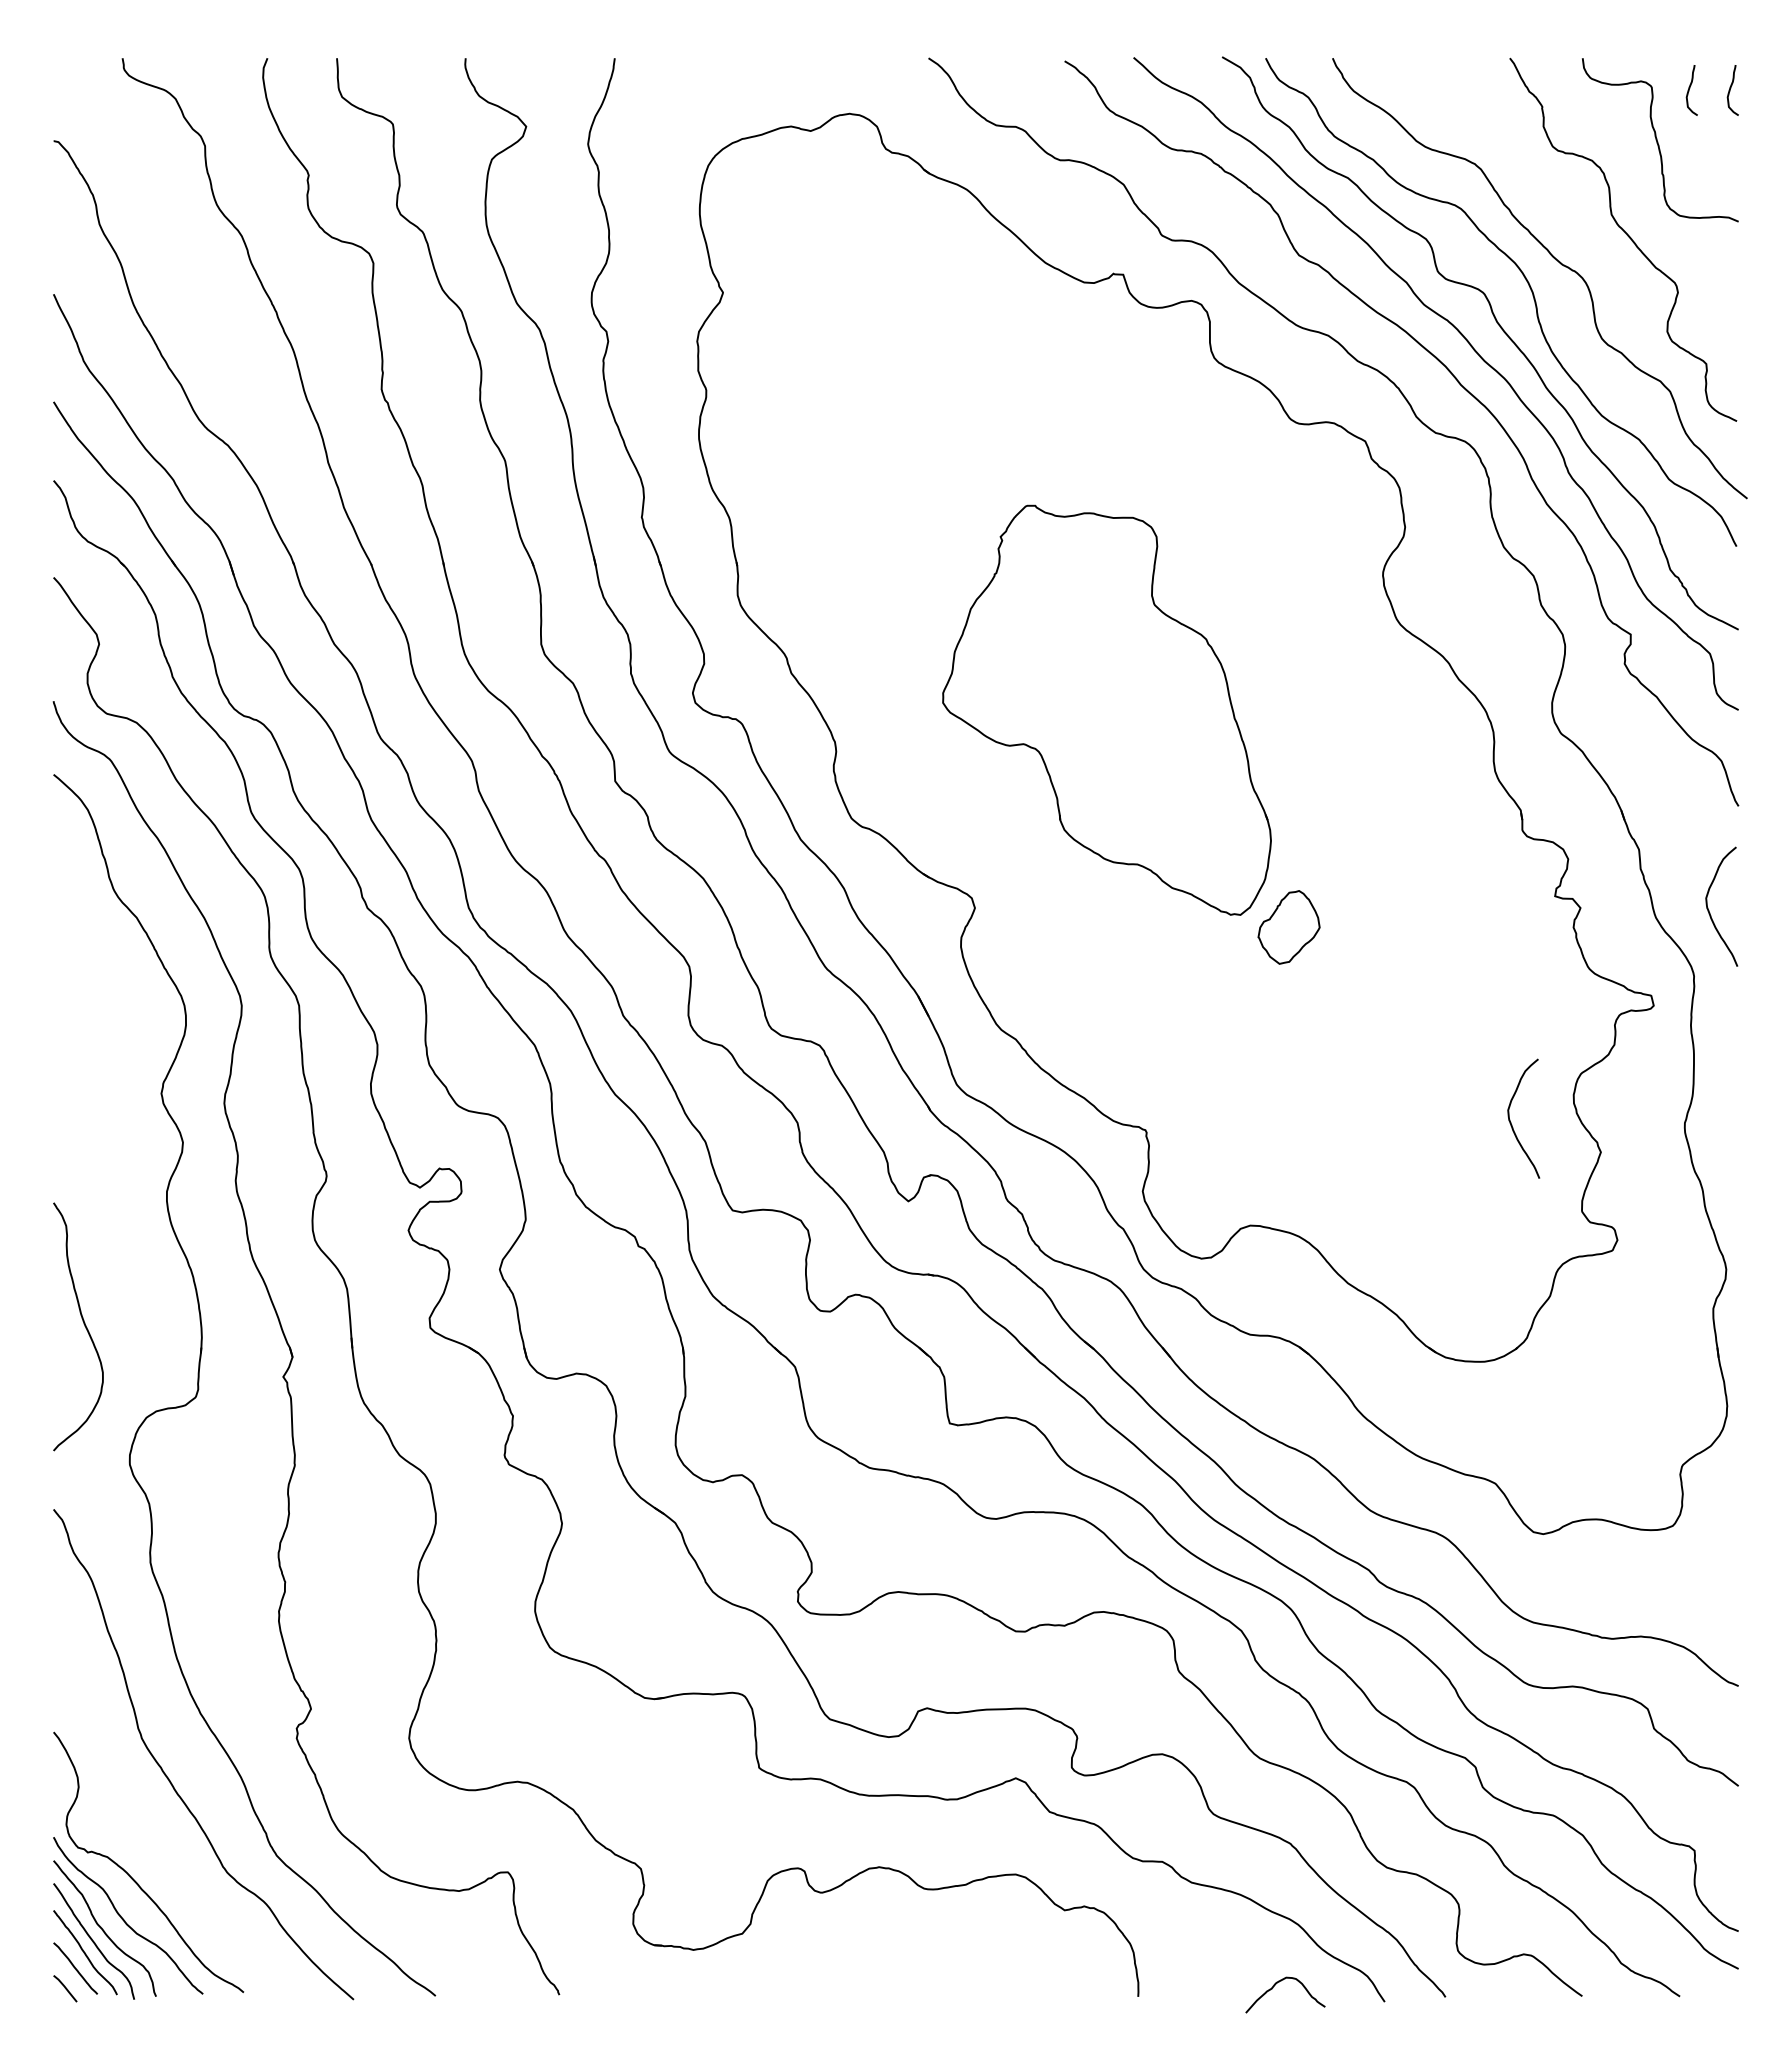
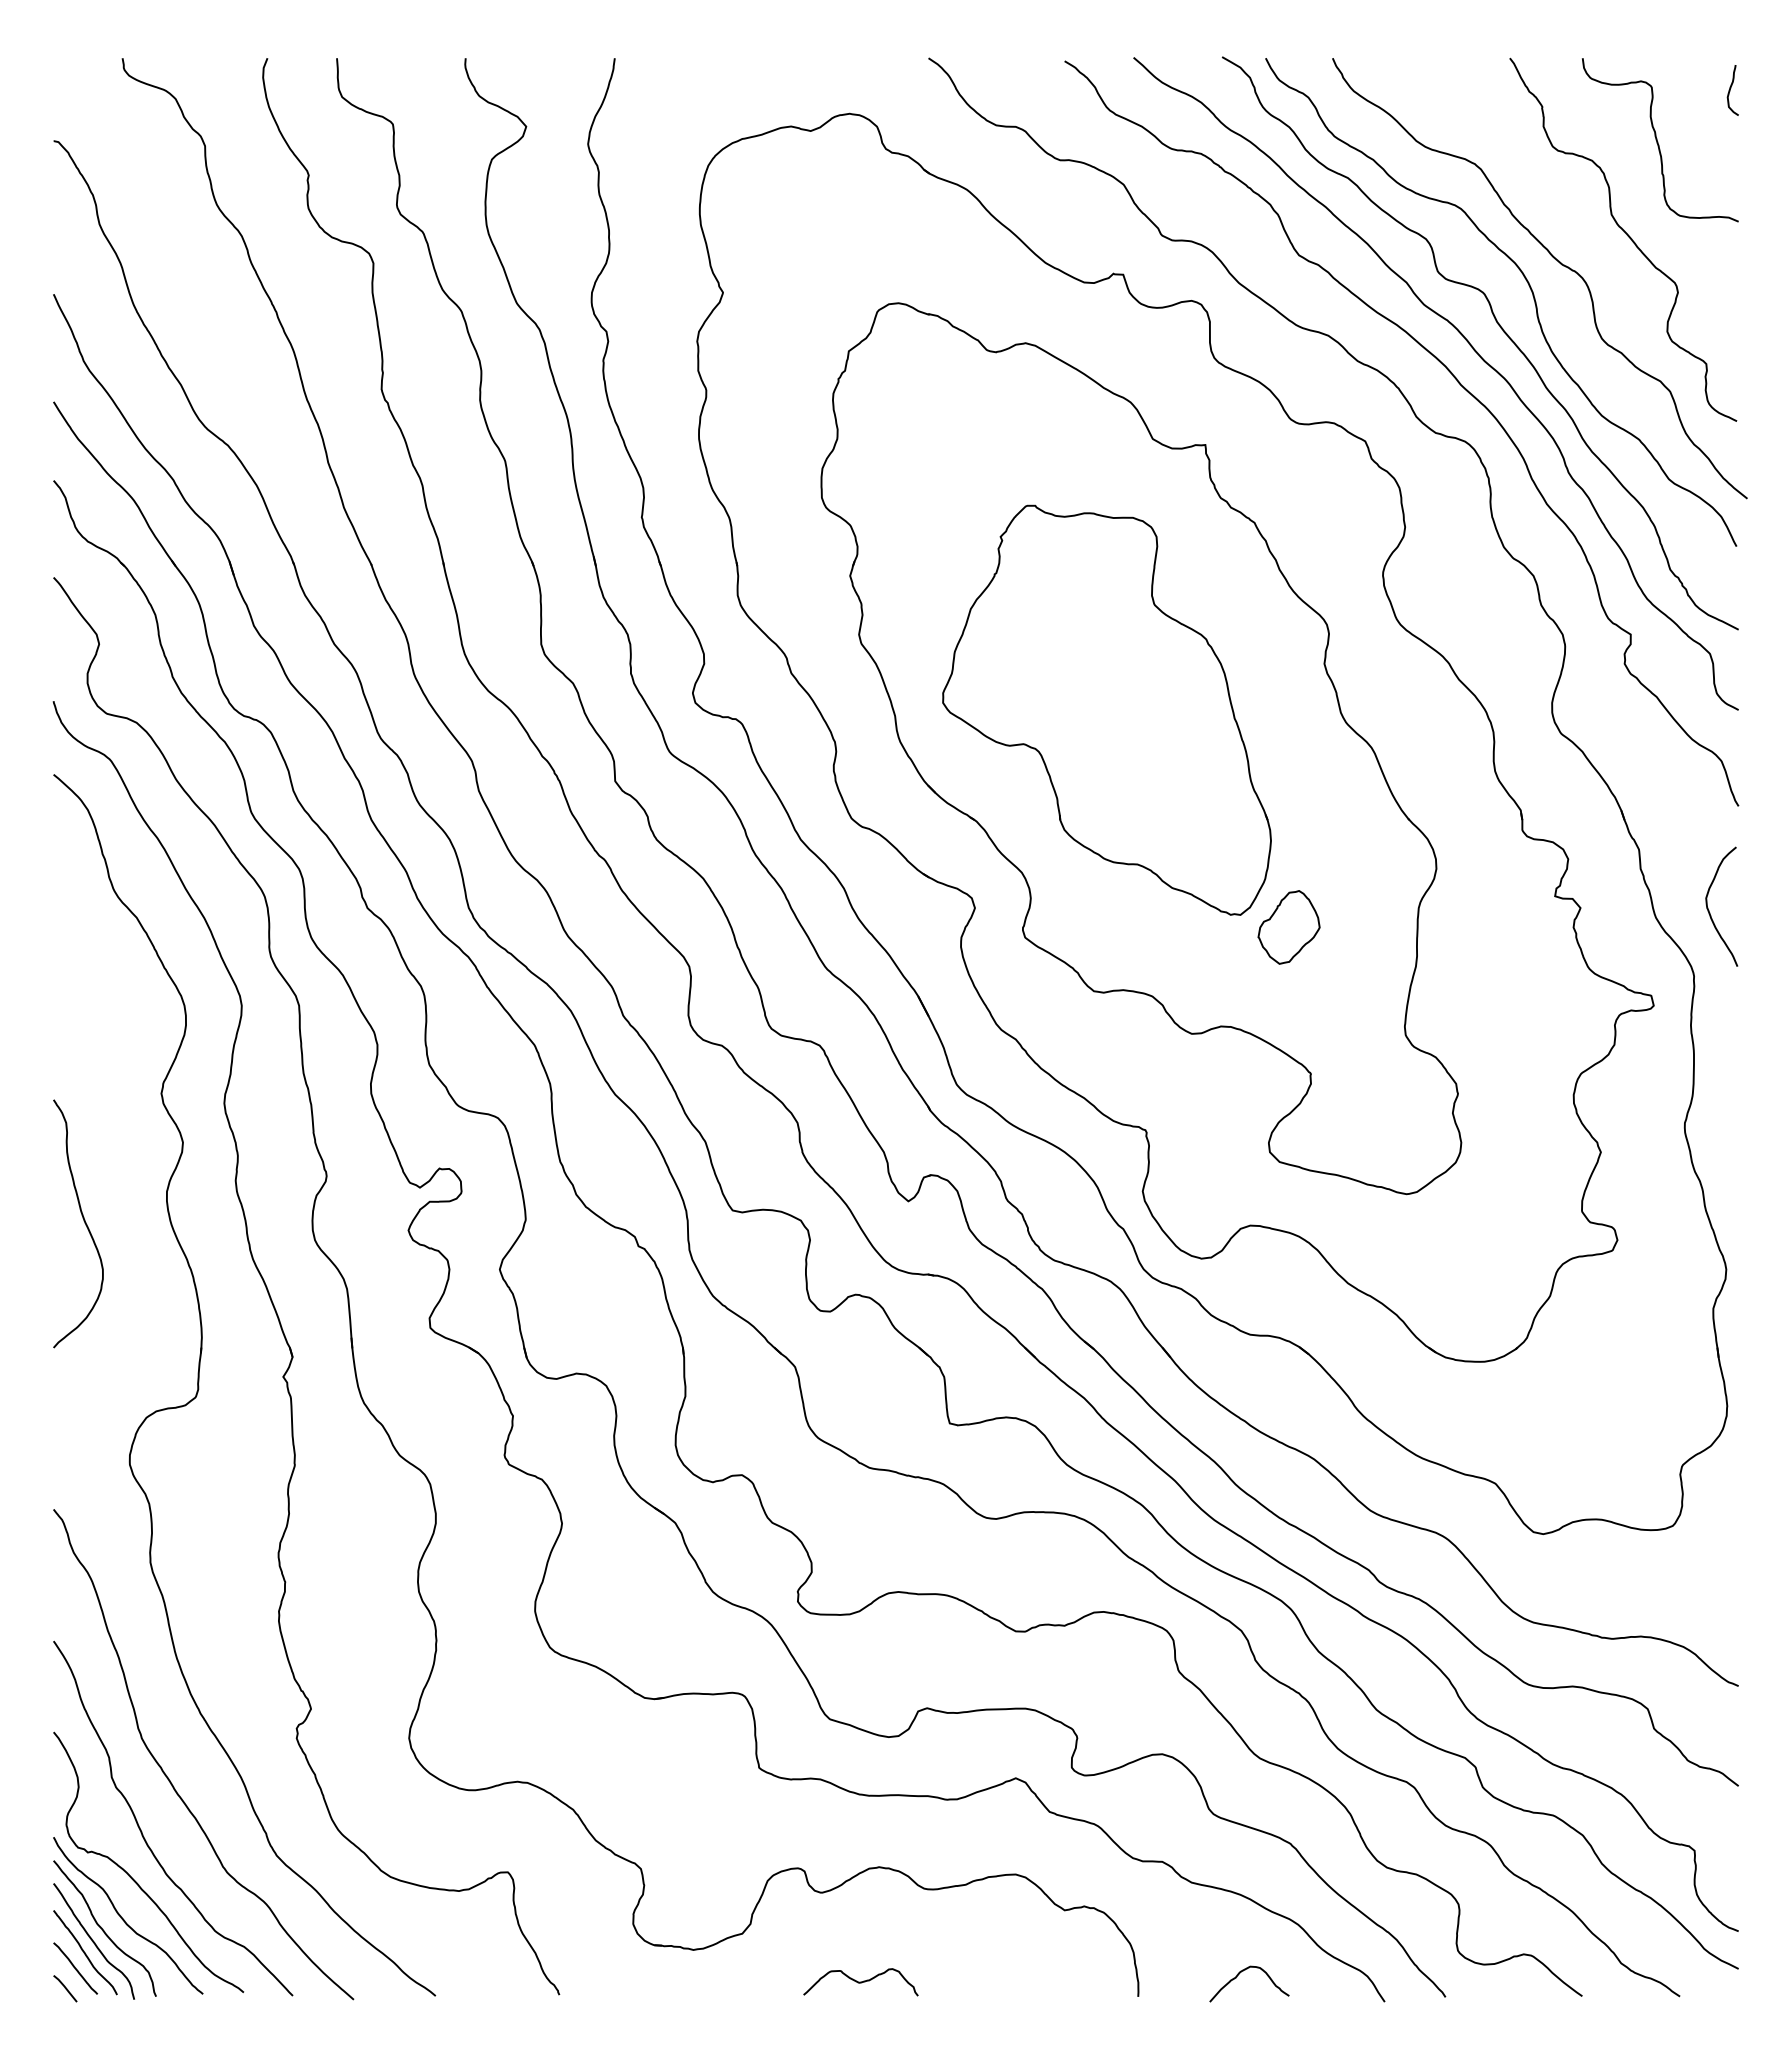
curve at (1689, 90): present -> none
part at (1141, 748): none -> present
curve at (1512, 1124): present -> none
curve at (83, 1324) position: (83, 1324) -> (83, 1221)
curve at (142, 1831): none -> present
curve at (860, 1982): none -> present
curve at (1279, 1982) position: (1279, 1982) -> (1243, 1971)
